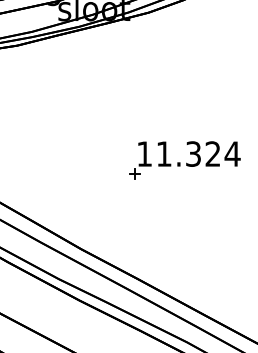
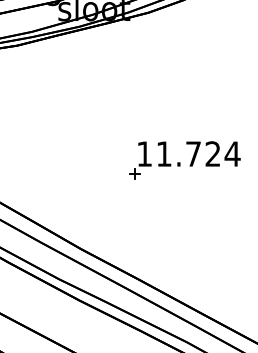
text at (193, 153): 11.324 -> 11.724
